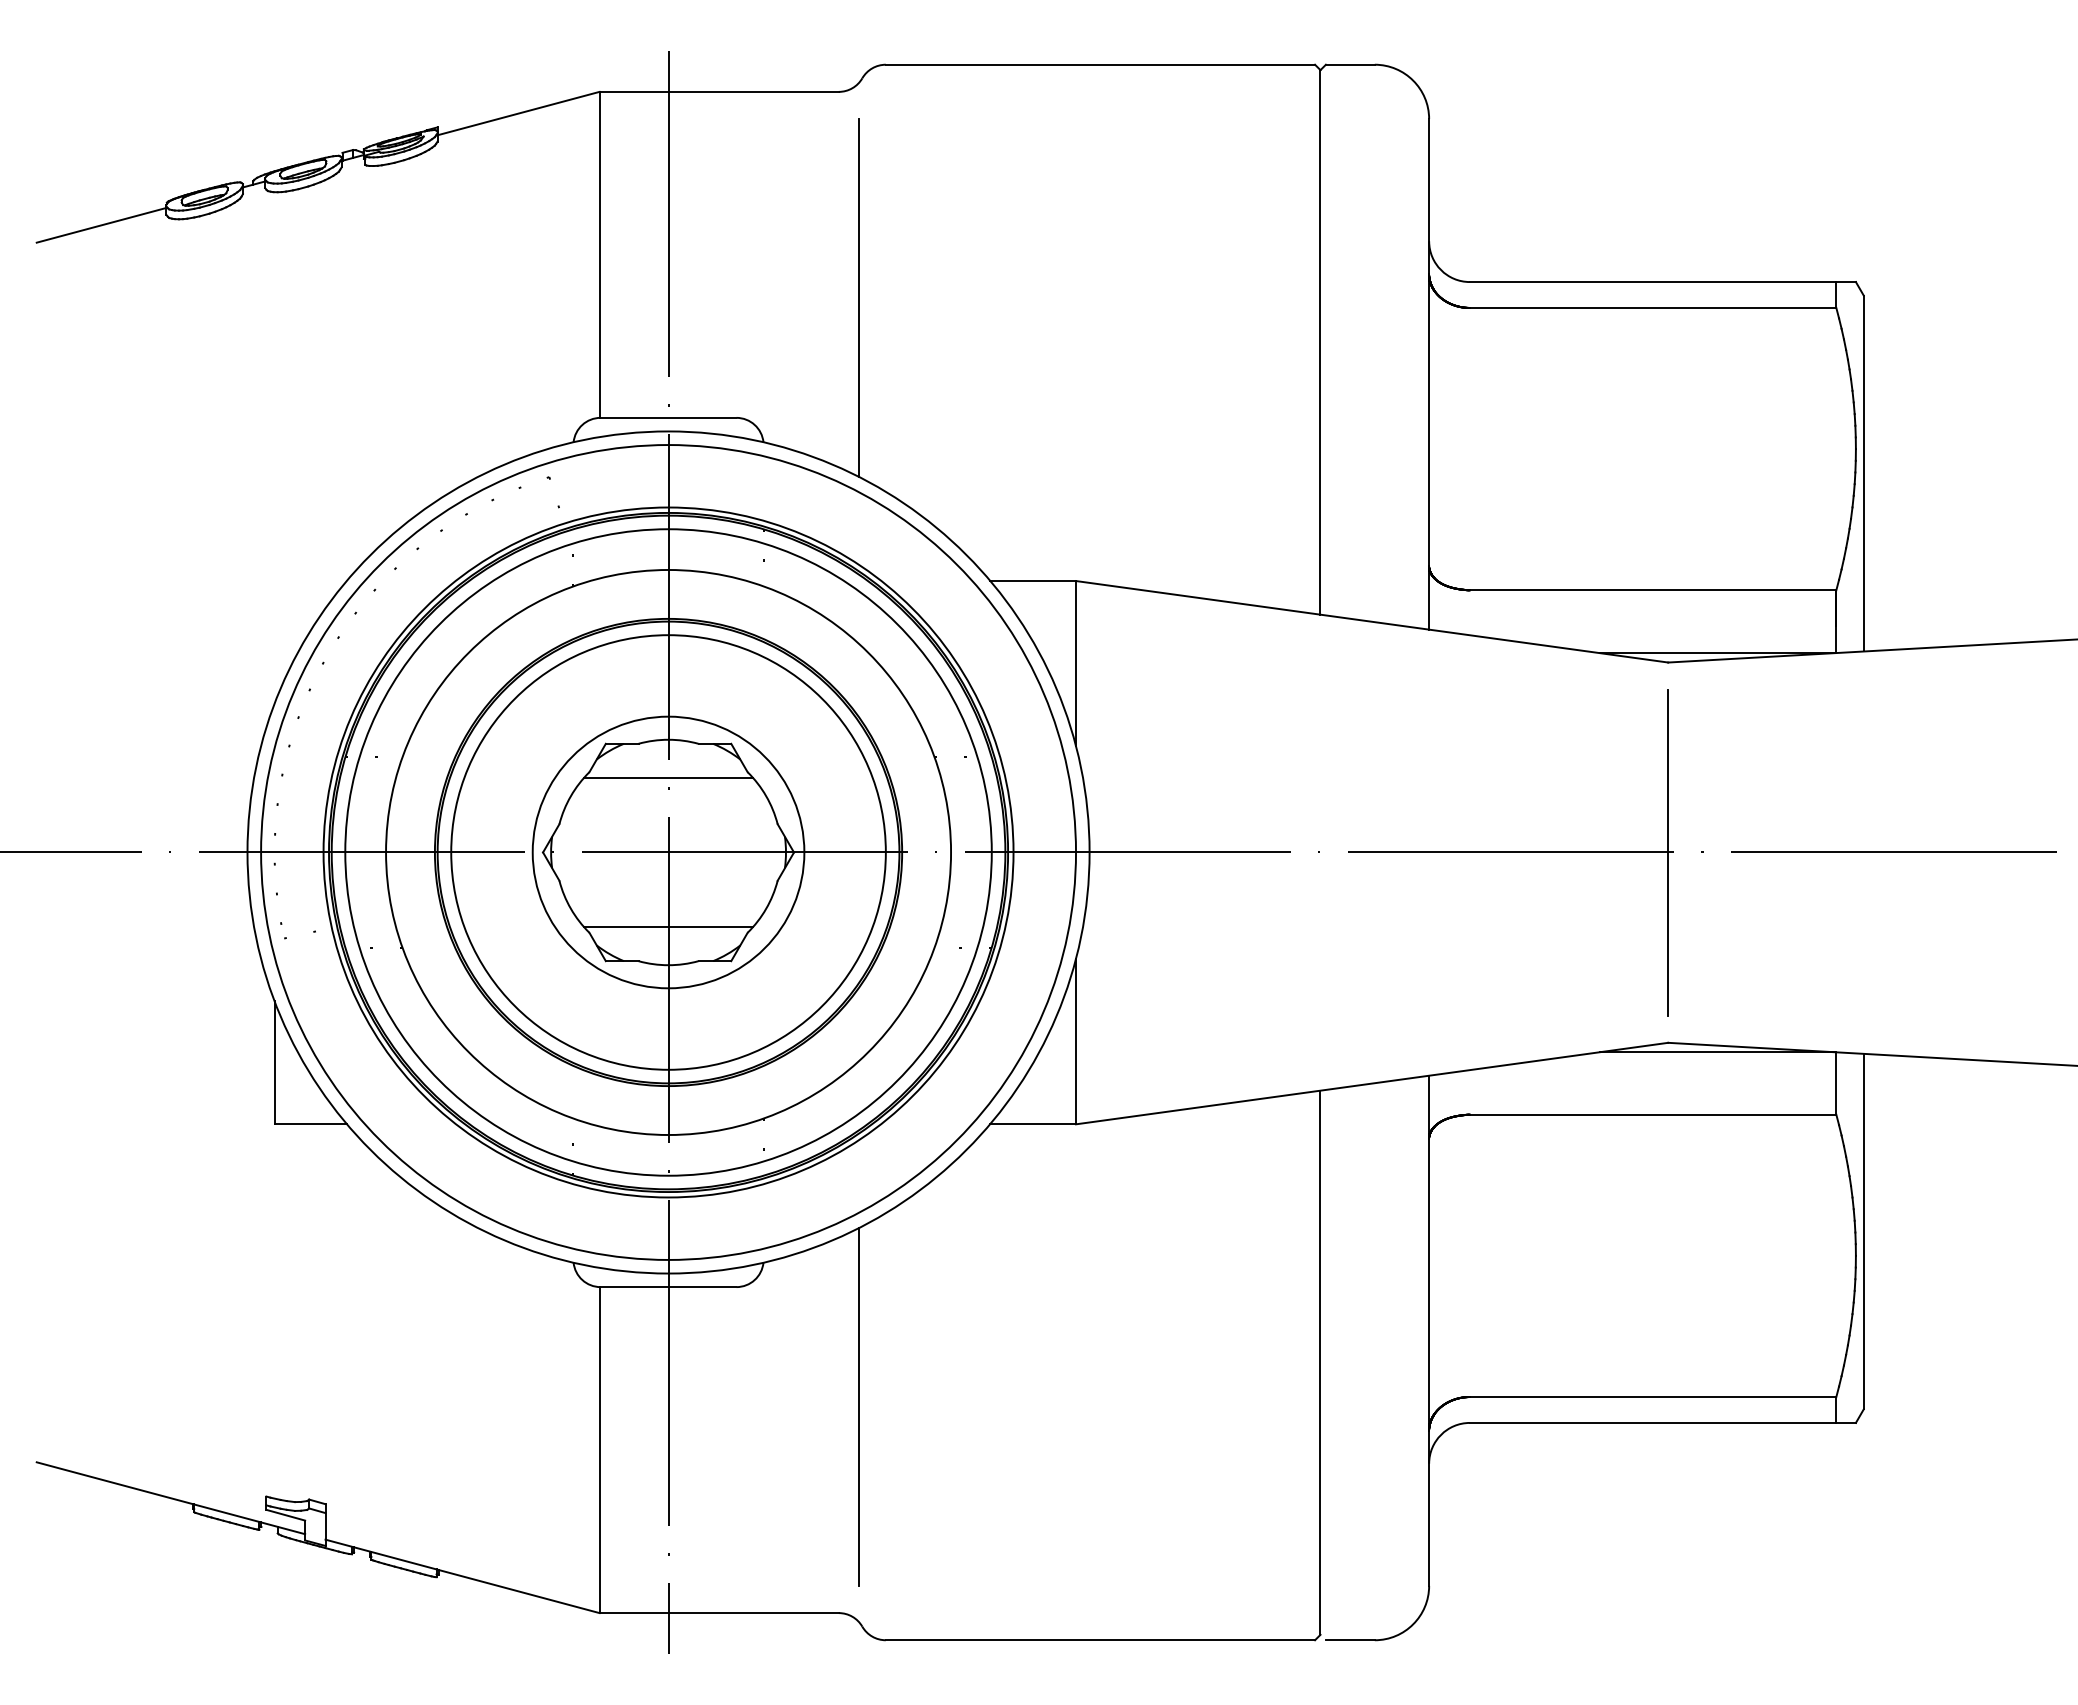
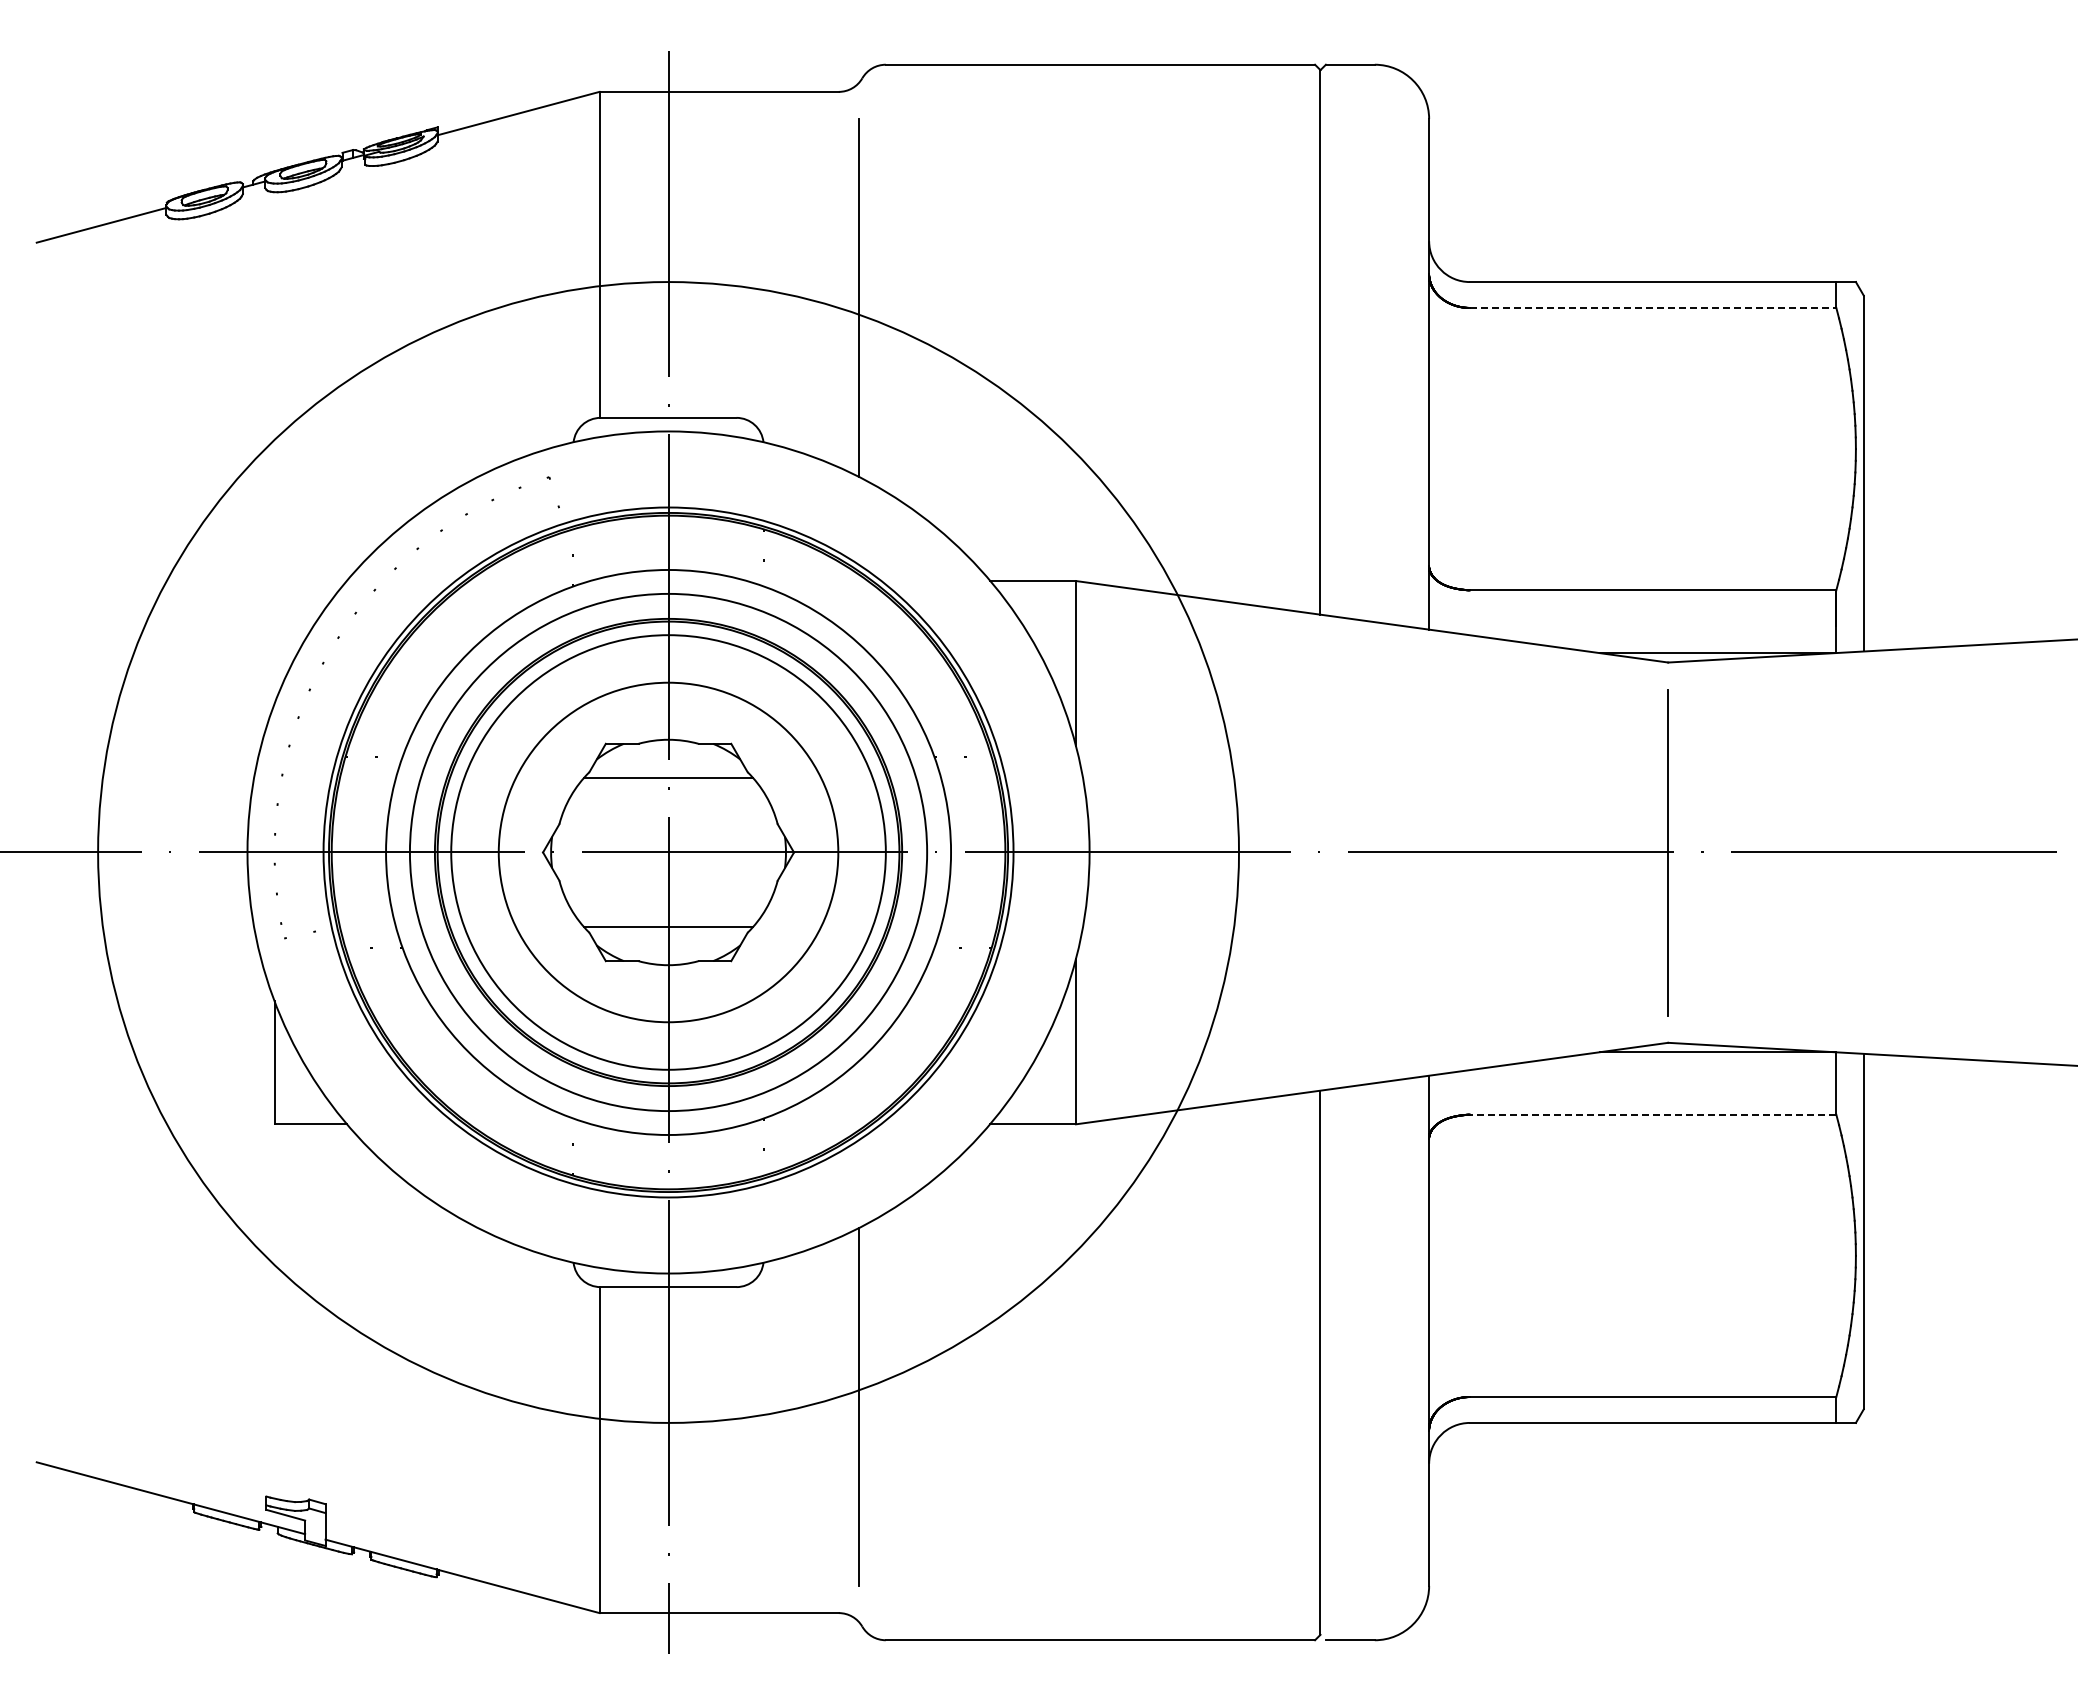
line at (1653, 307): solid -> dashed
circle at (668, 852) diameter: 272 px -> 340 px
circle at (668, 852) diameter: 647 px -> 517 px
circle at (668, 852) diameter: 815 px -> 1141 px
line at (1652, 1114): solid -> dashed
